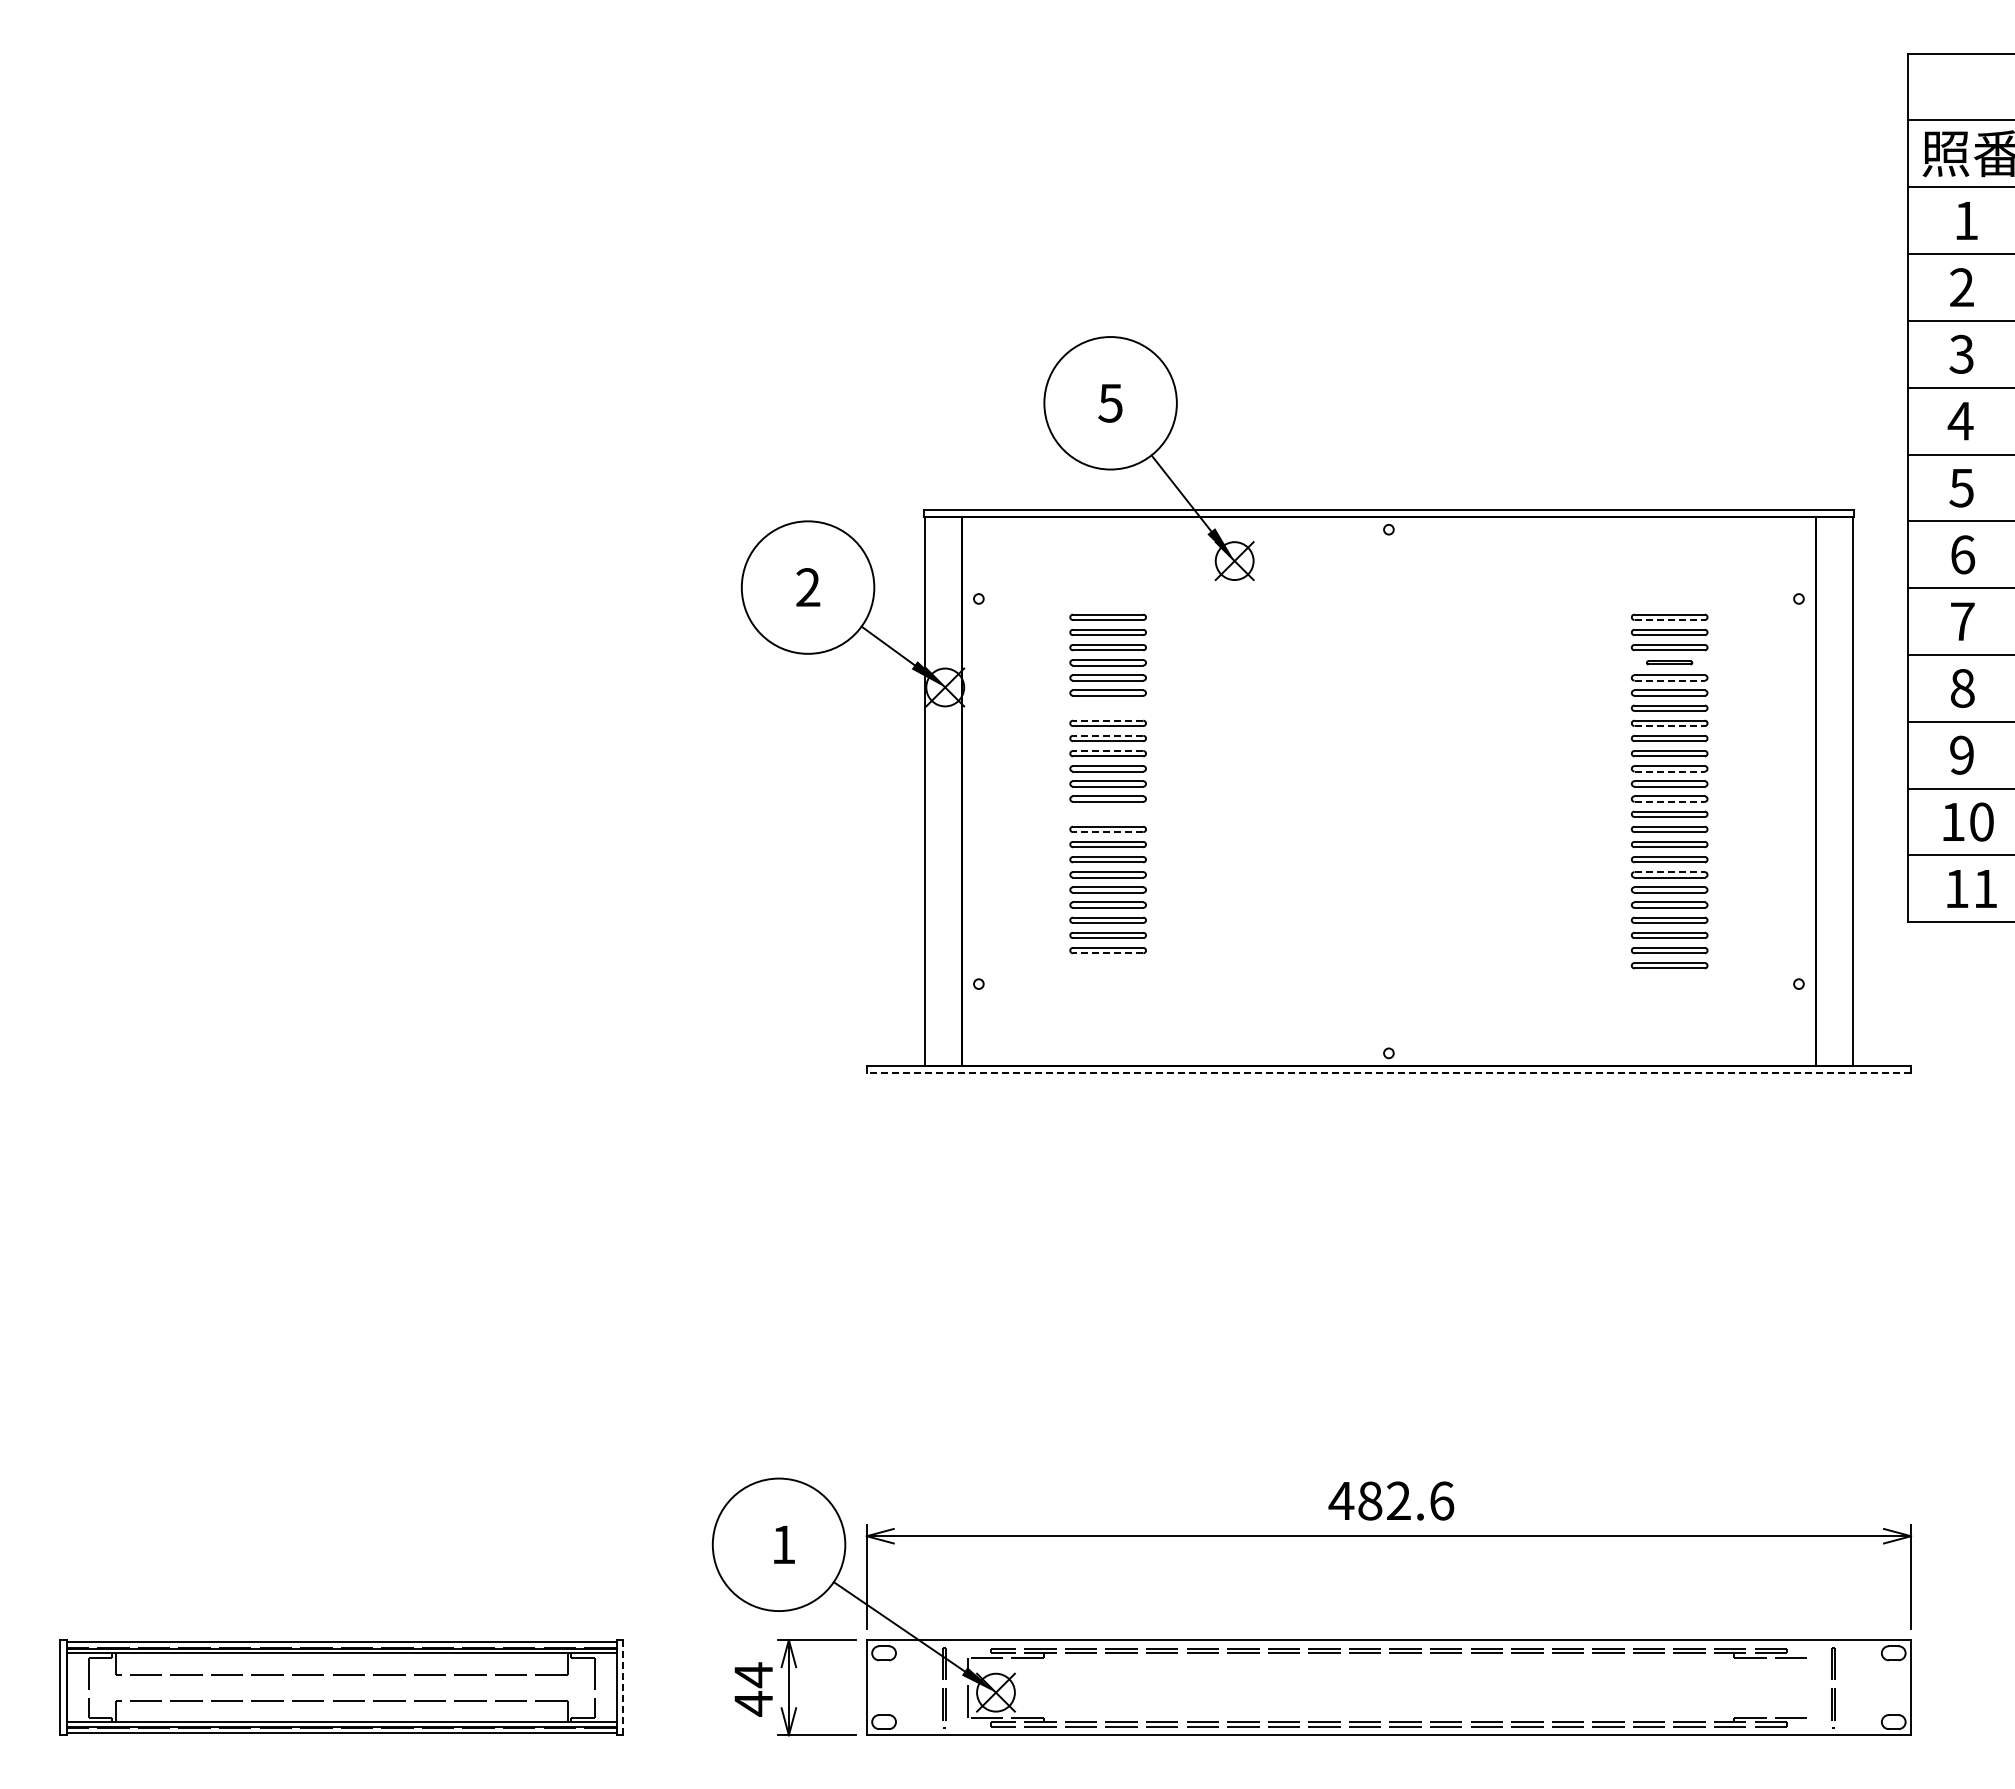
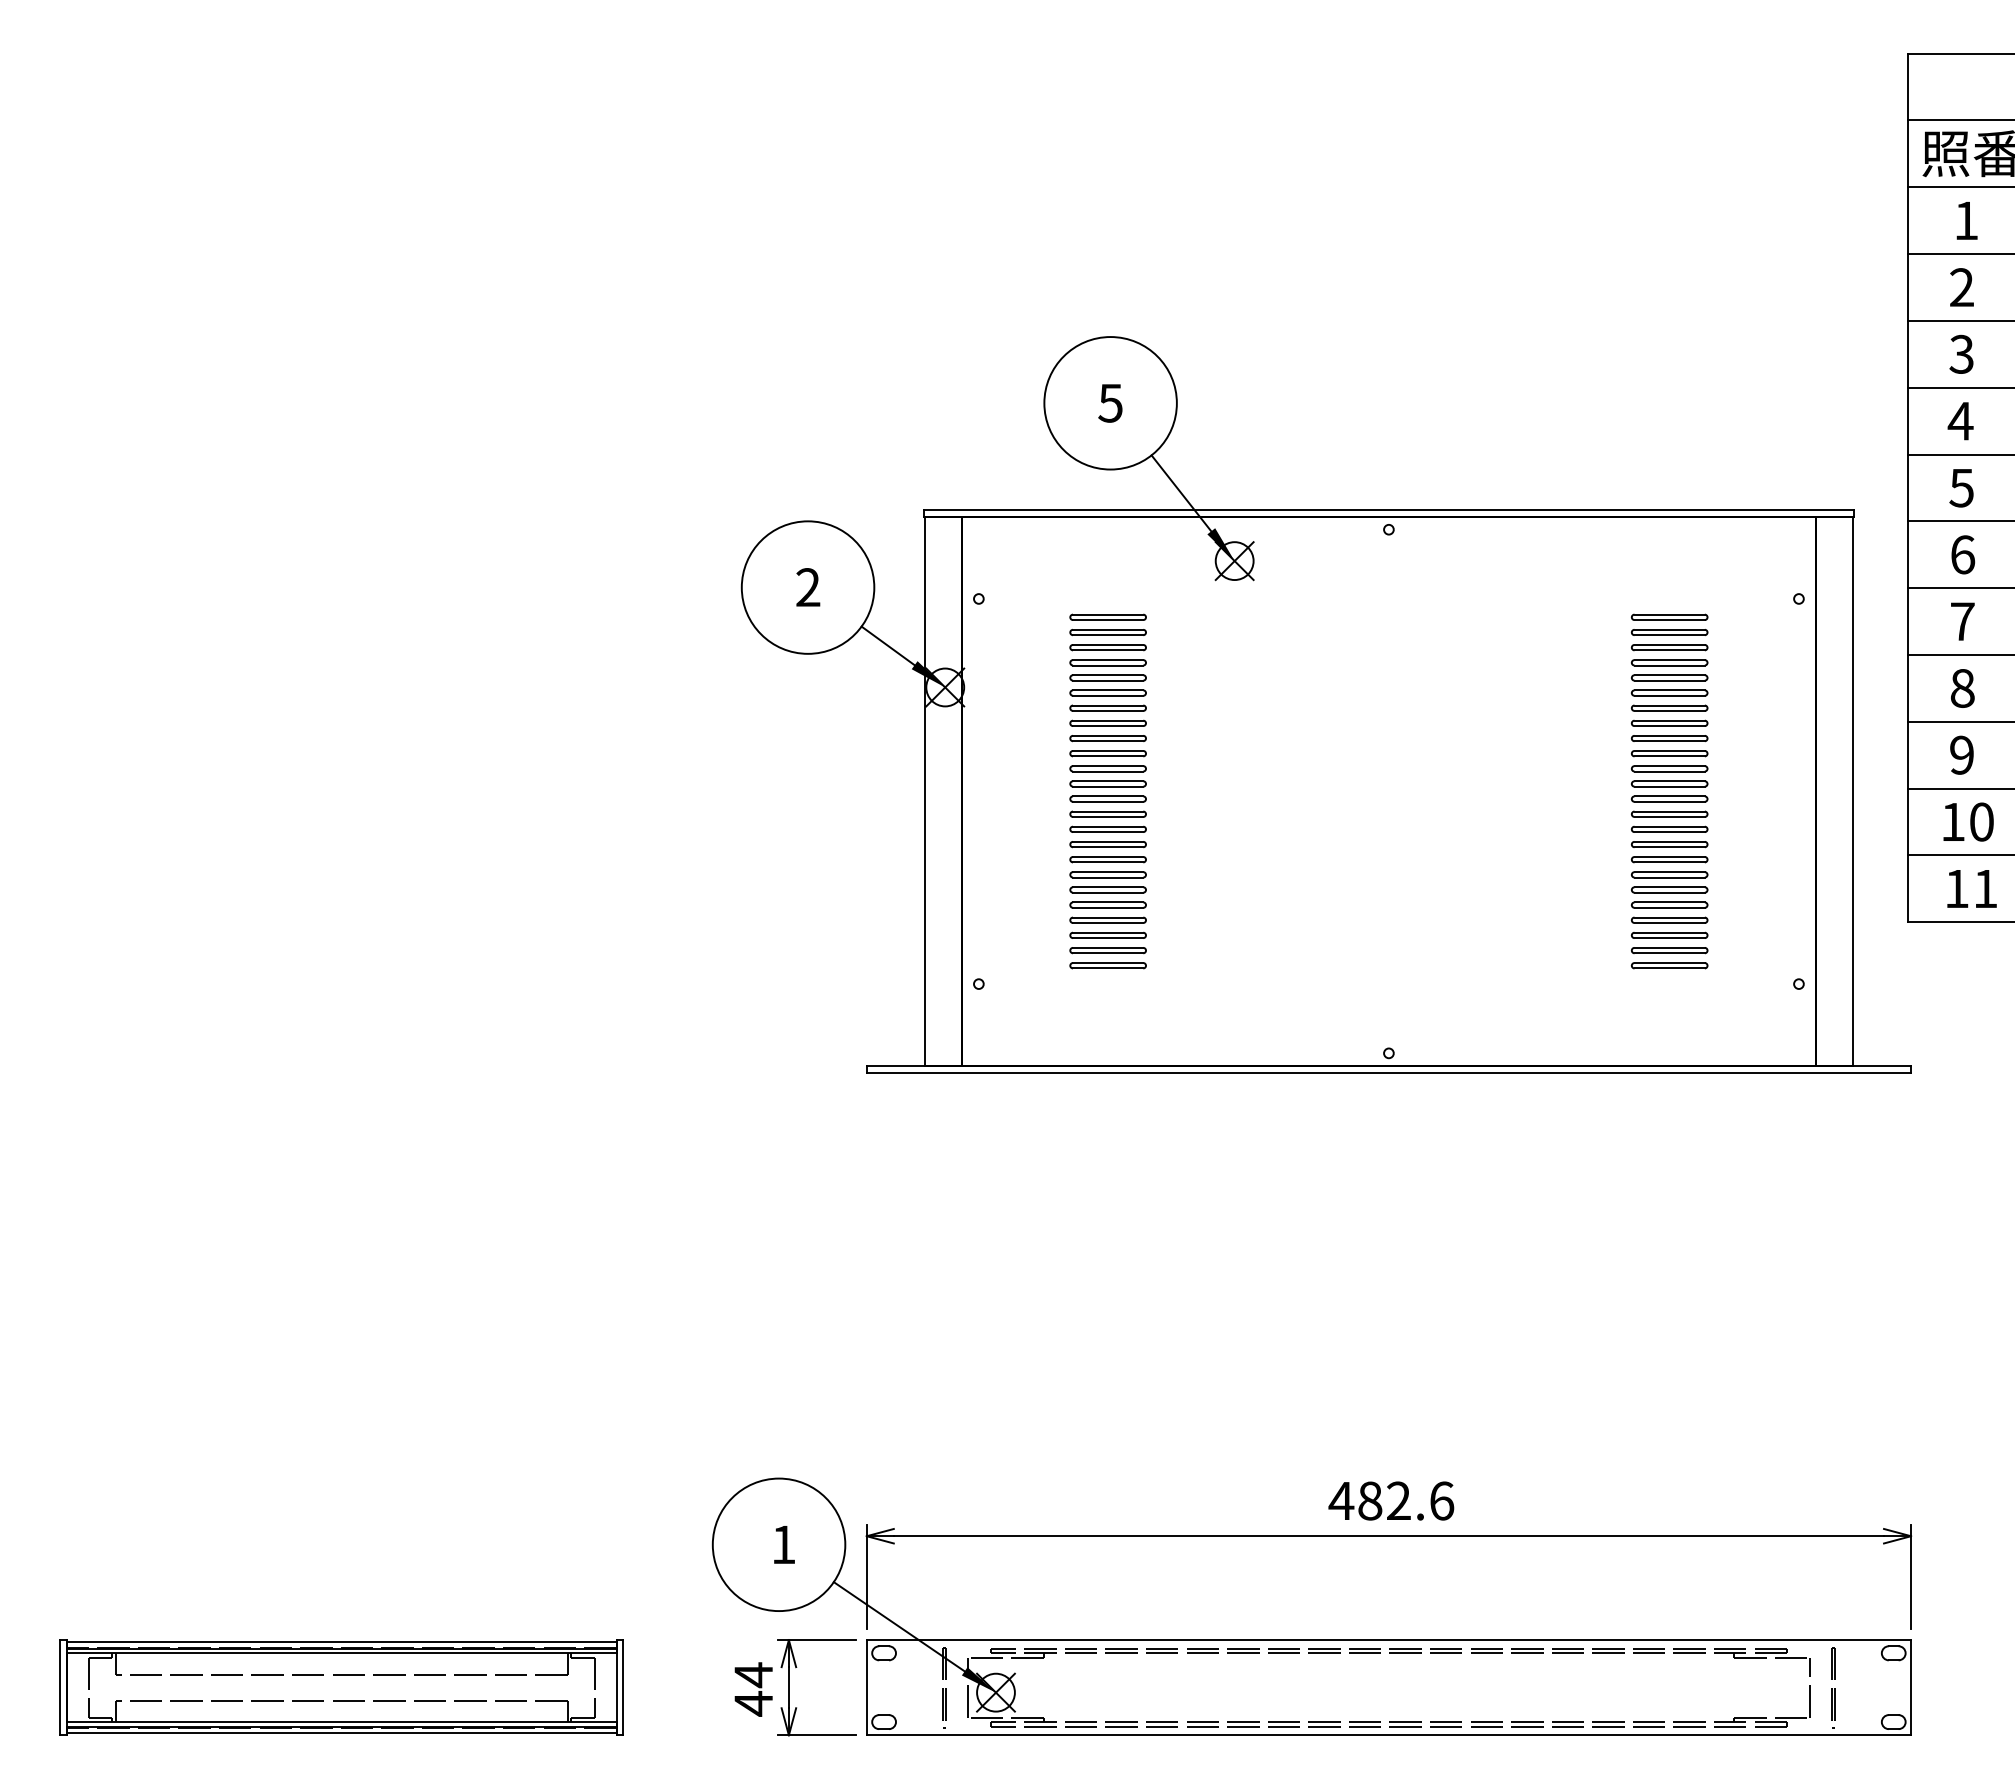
line at (1670, 620): dashed -> solid
part at (1669, 662) size: 48x6 px -> 79x8 px
line at (1670, 680): dashed -> solid
part at (1107, 707): none -> present
line at (1107, 720): dashed -> solid
line at (1670, 726): dashed -> solid
line at (1107, 735): dashed -> solid
line at (1107, 750): dashed -> solid
line at (1670, 771): dashed -> solid
line at (1670, 801): dashed -> solid
part at (1107, 813): none -> present
line at (1107, 832): dashed -> solid
line at (1670, 872): dashed -> solid
line at (1107, 953): dashed -> solid
part at (1107, 965): none -> present
line at (1388, 1072): dashed -> solid
line at (623, 1687): dashed -> solid
line at (1809, 1687): none -> present
